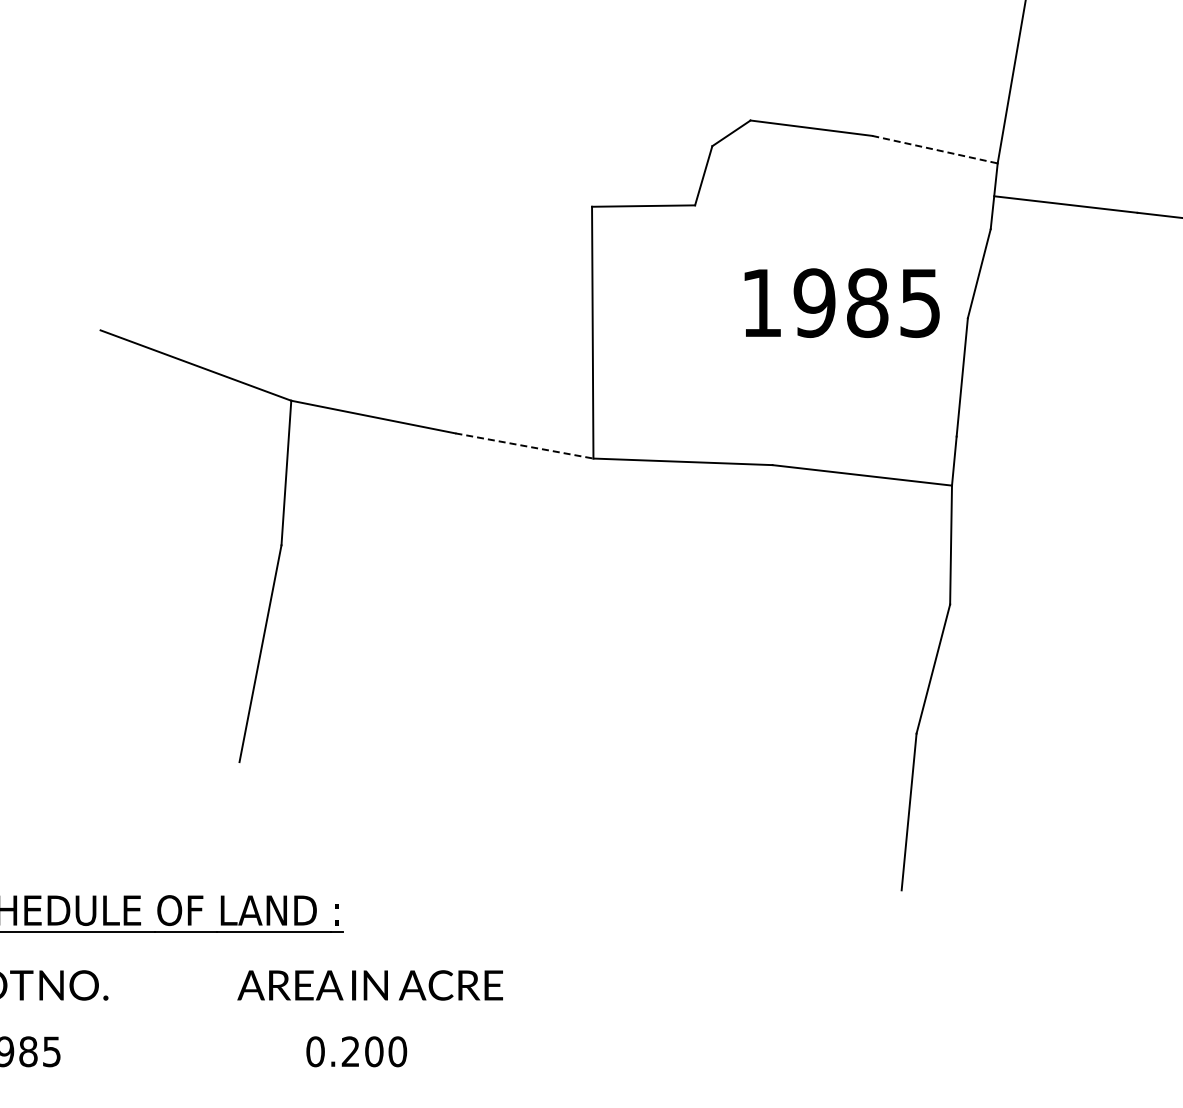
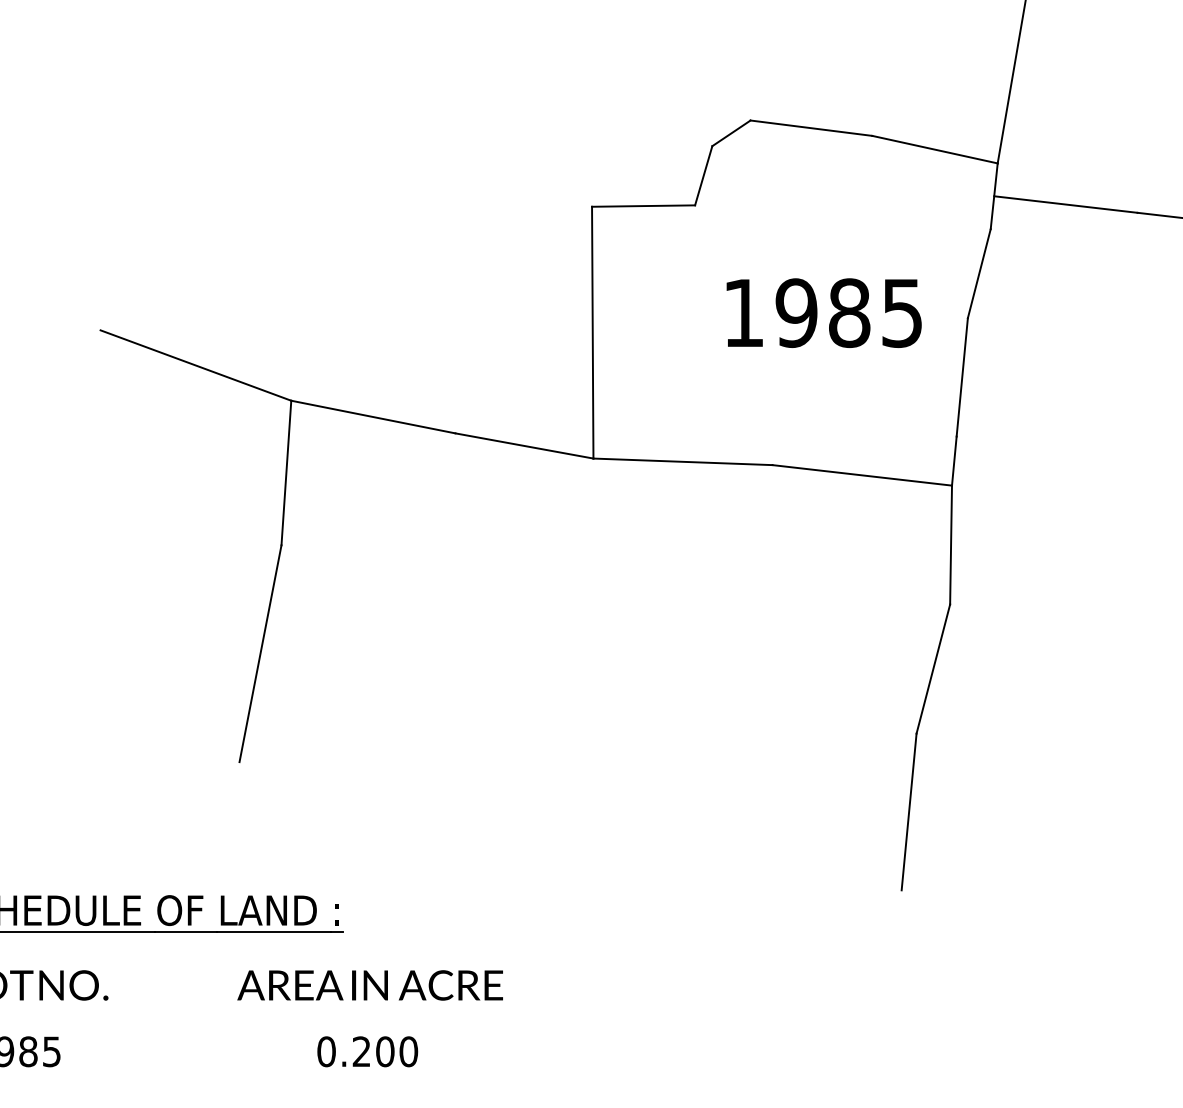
line at (935, 149): dashed -> solid
text at (841, 302) position: (841, 302) -> (823, 312)
line at (524, 446): dashed -> solid
text at (356, 1051) position: (356, 1051) -> (367, 1051)
